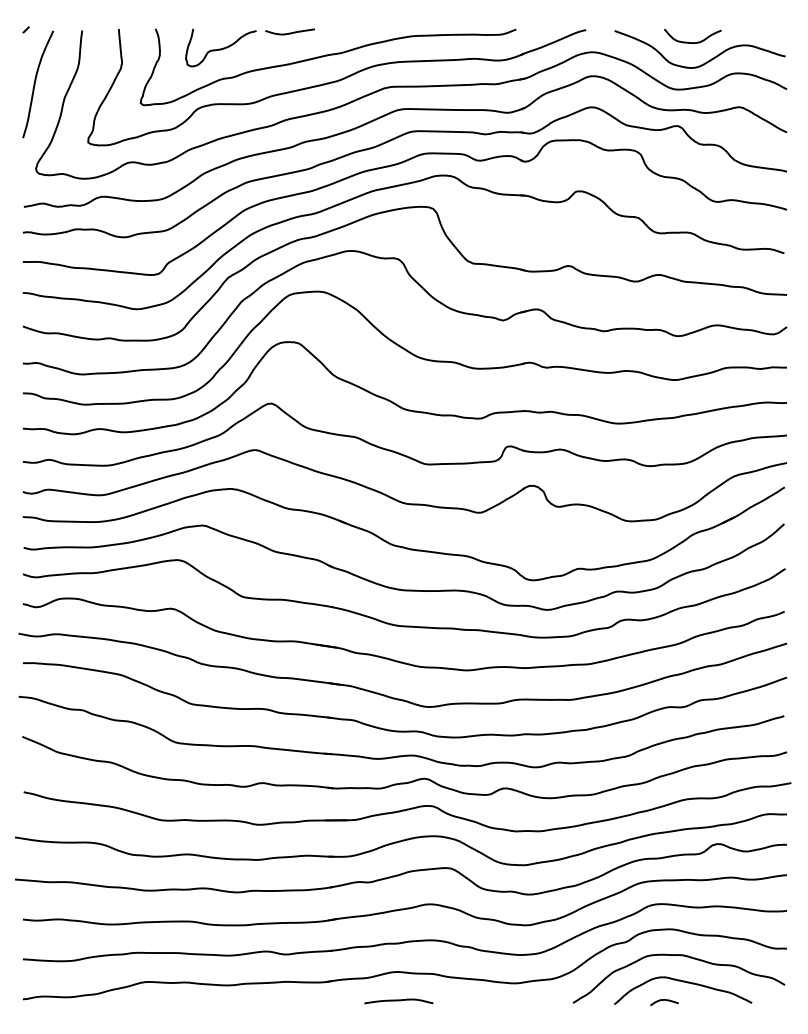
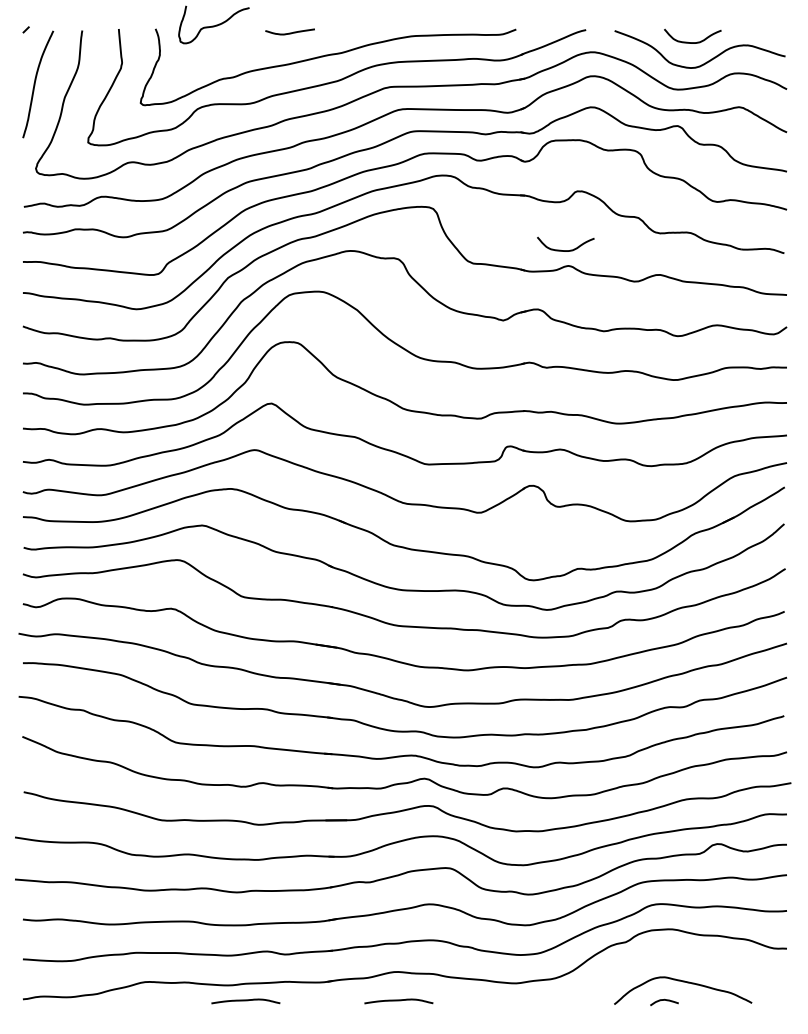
curve at (220, 48) position: (220, 48) -> (213, 25)
curve at (565, 250): none -> present
curve at (681, 956): present -> none
curve at (245, 1001): none -> present
